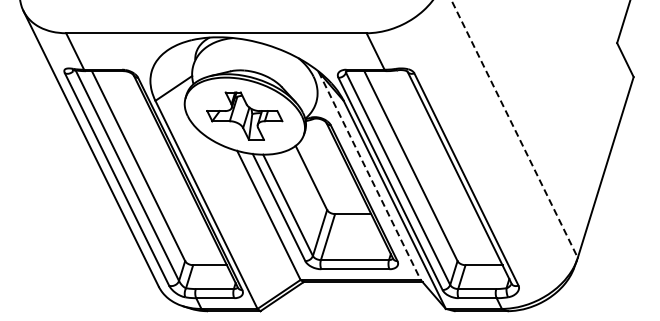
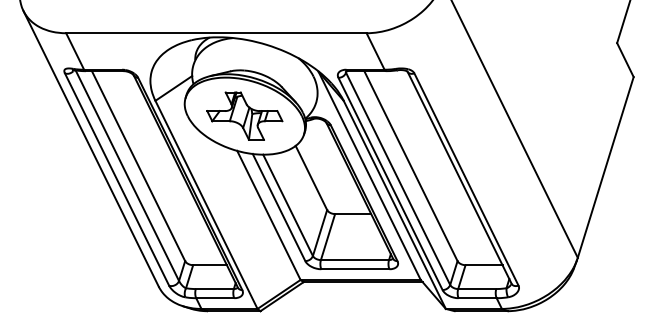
line at (514, 128): dashed -> solid
line at (369, 175): dashed -> solid
